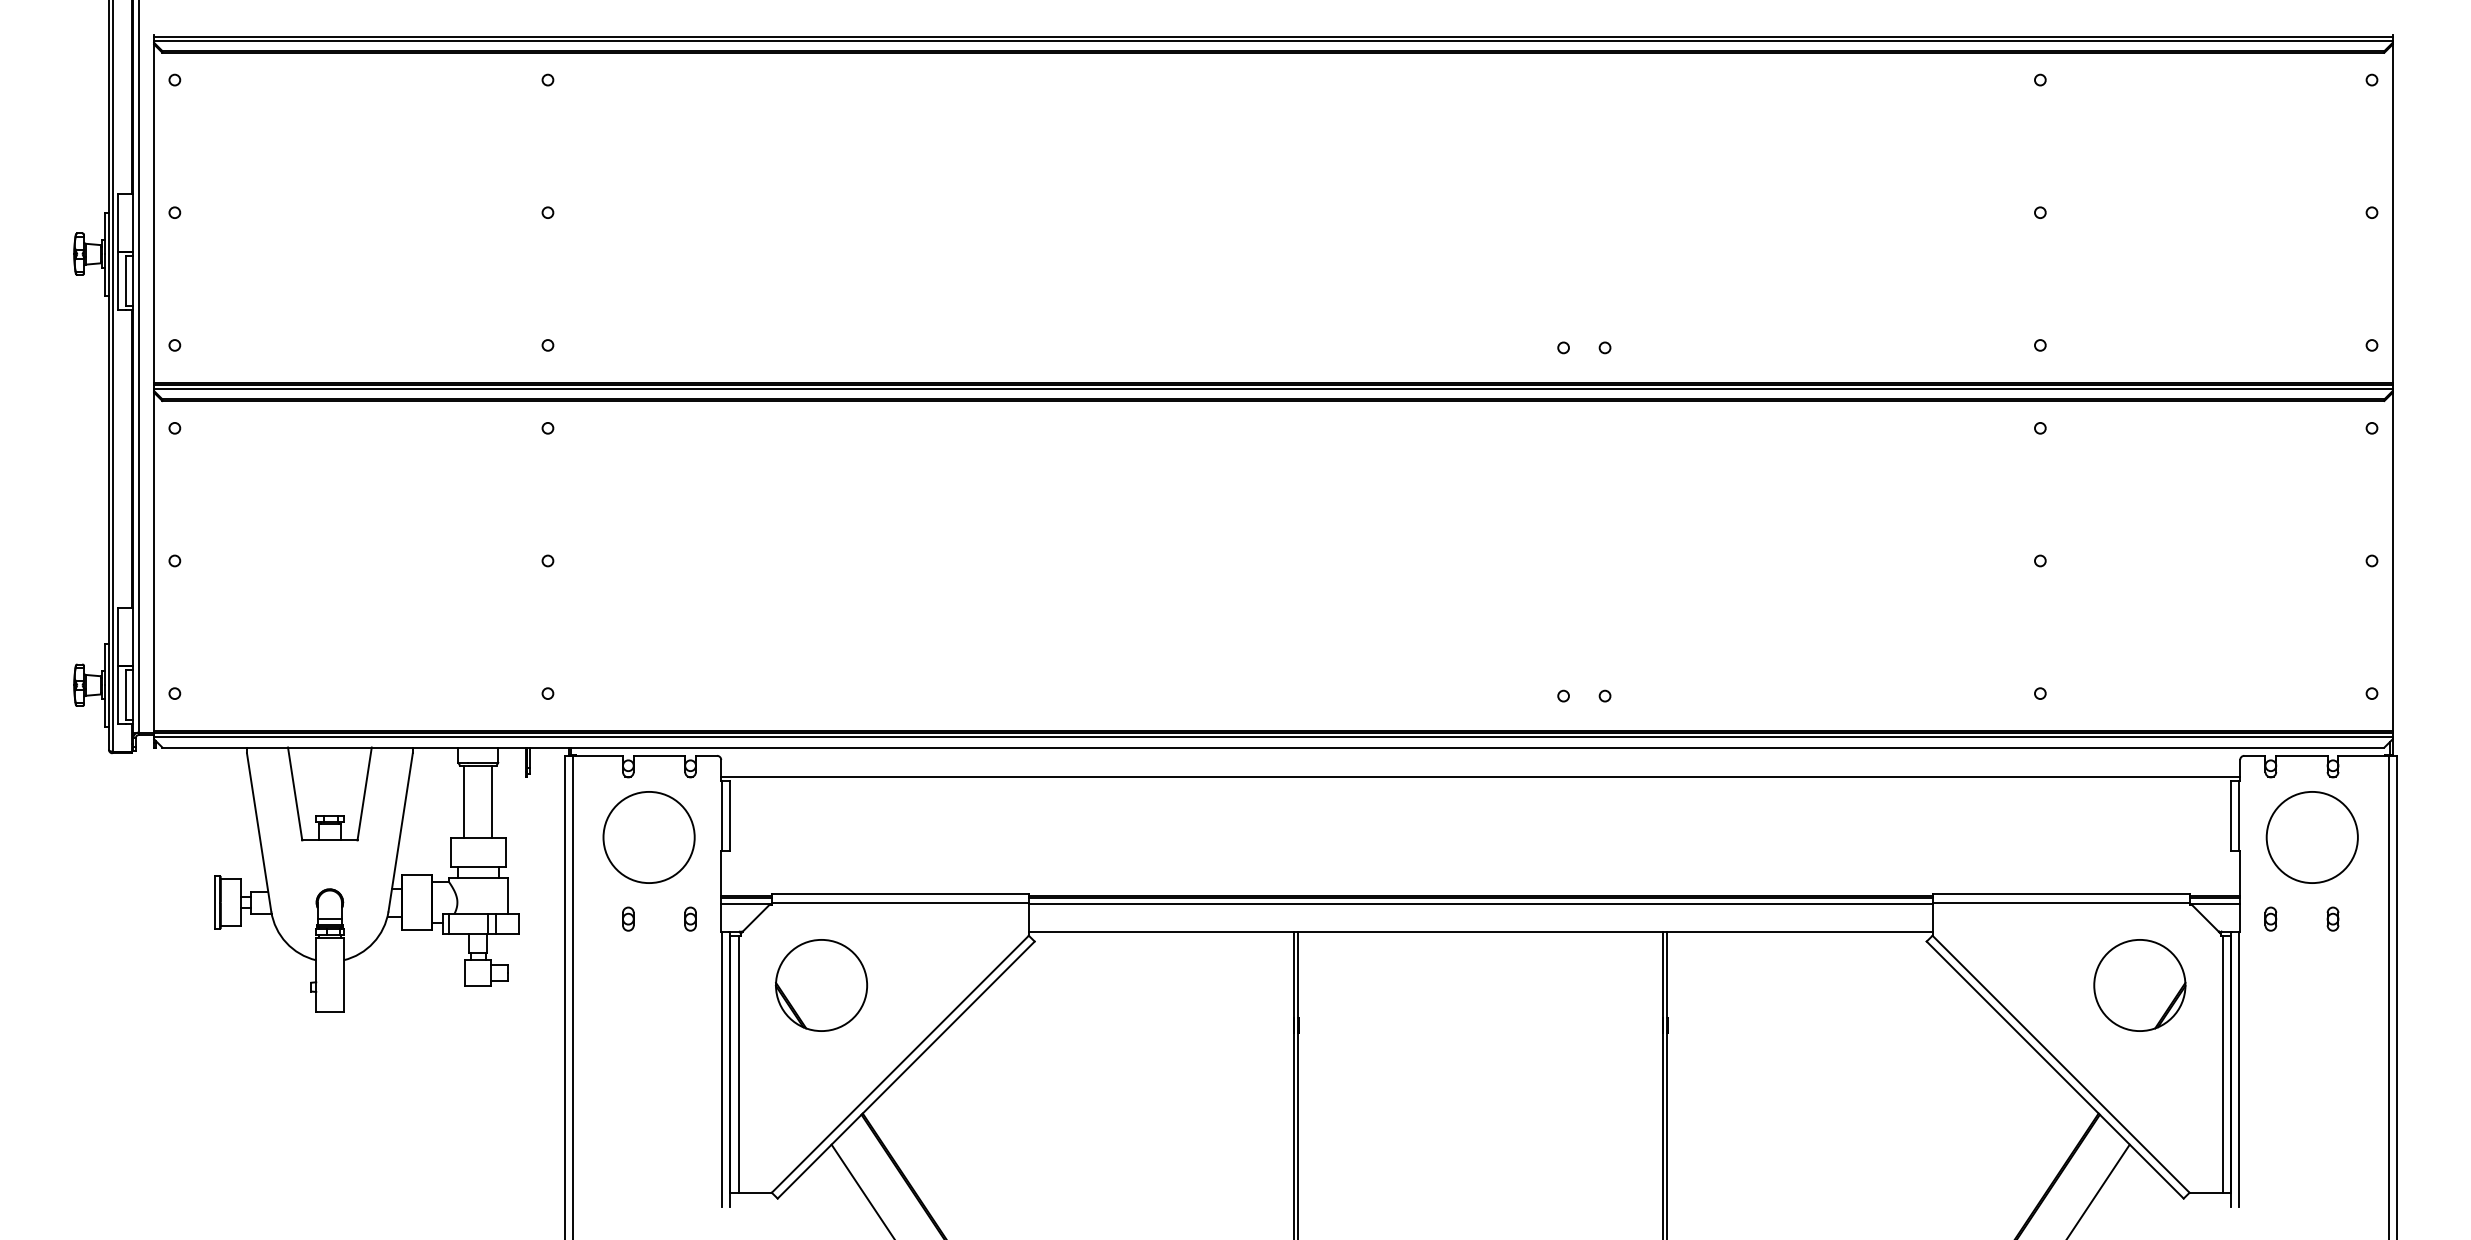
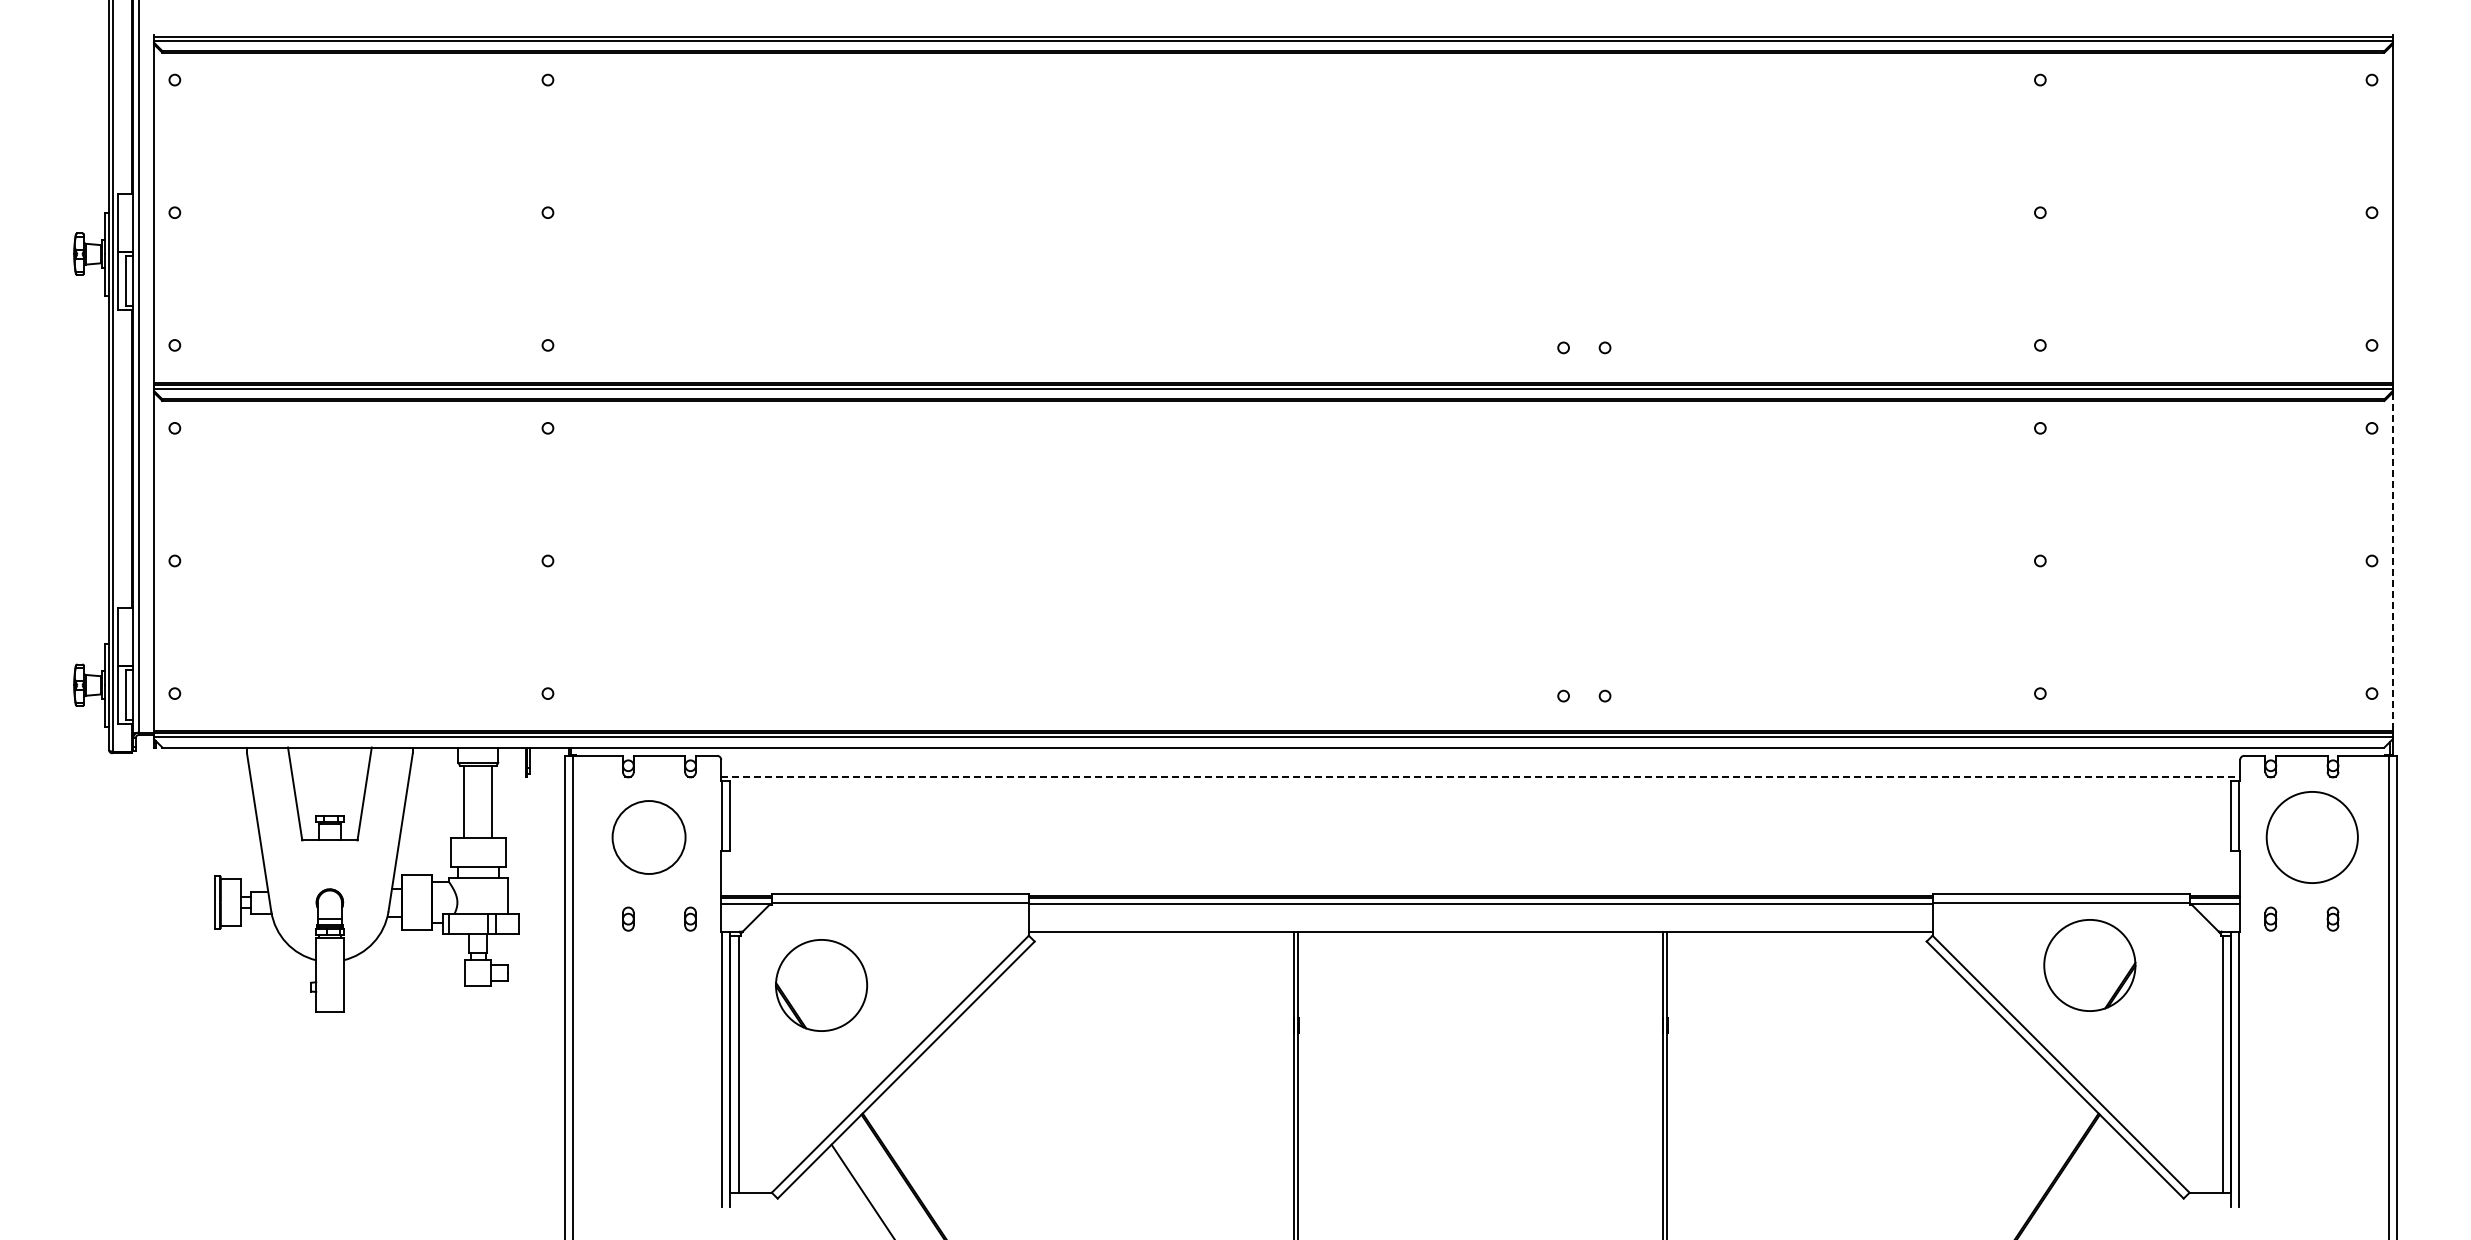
line at (2392, 562): solid -> dashed
line at (1481, 776): solid -> dashed
circle at (648, 837) size: 94x93 px -> 76x75 px
part at (2139, 985) position: (2139, 985) -> (2089, 965)
line at (2098, 1190): present -> none
